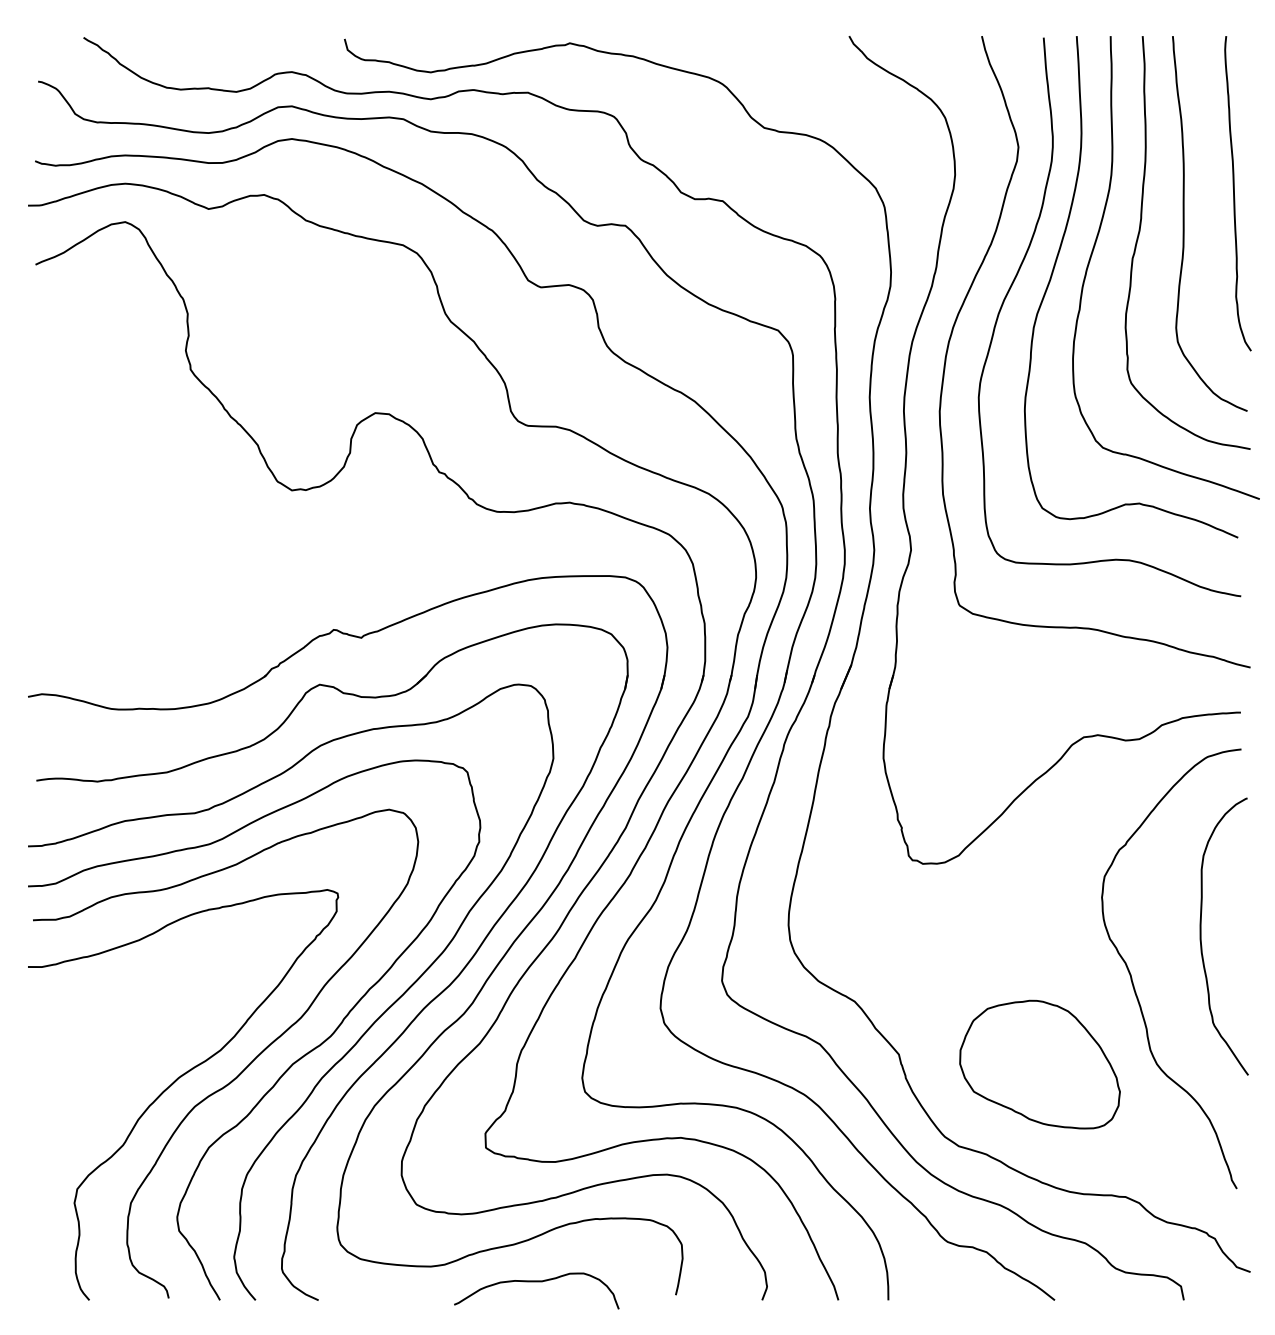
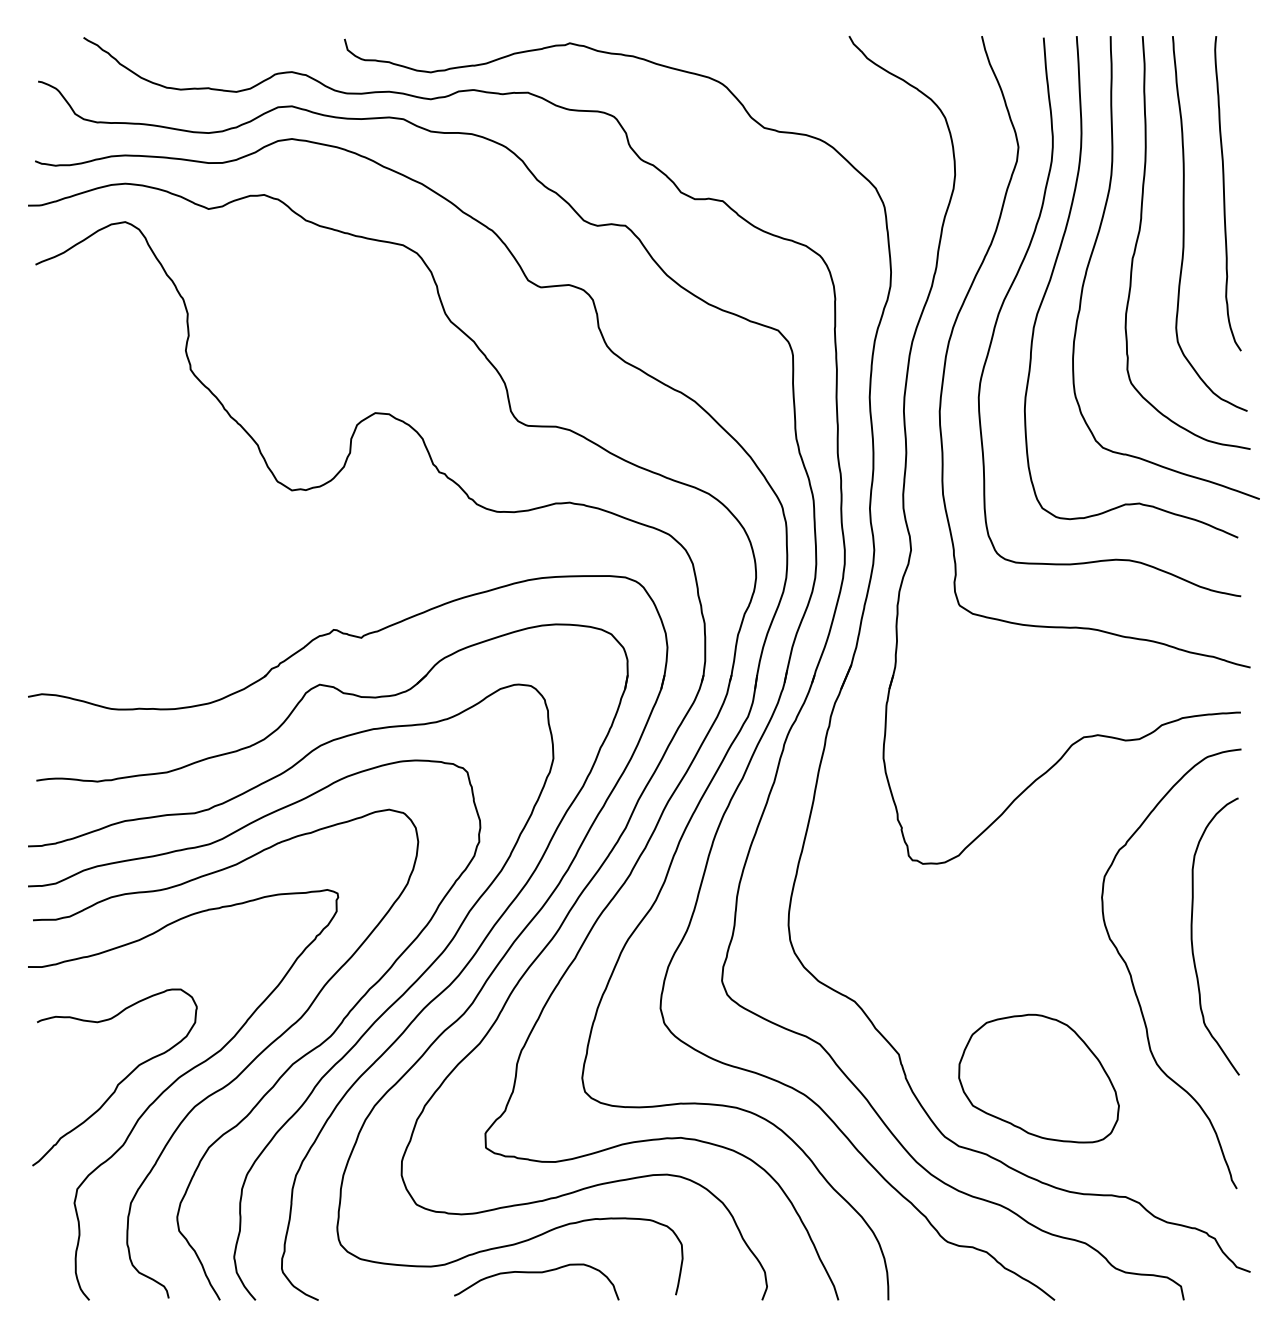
curve at (1234, 193) position: (1234, 193) -> (1224, 193)
curve at (1201, 936) position: (1201, 936) -> (1192, 936)
part at (1039, 1064) position: (1039, 1064) -> (1038, 1078)
curve at (119, 1082): none -> present
curve at (536, 1282) position: (536, 1282) -> (536, 1273)
